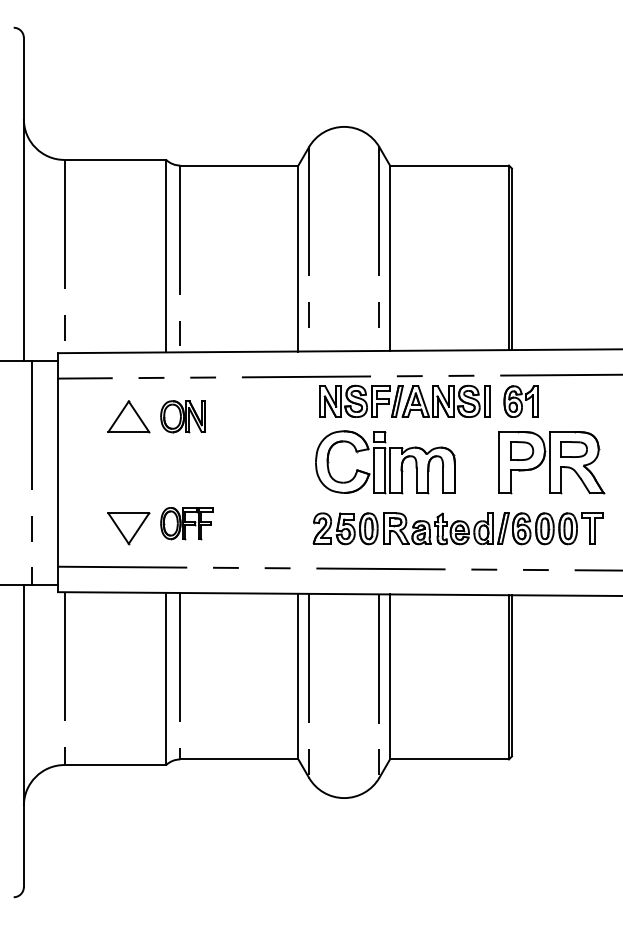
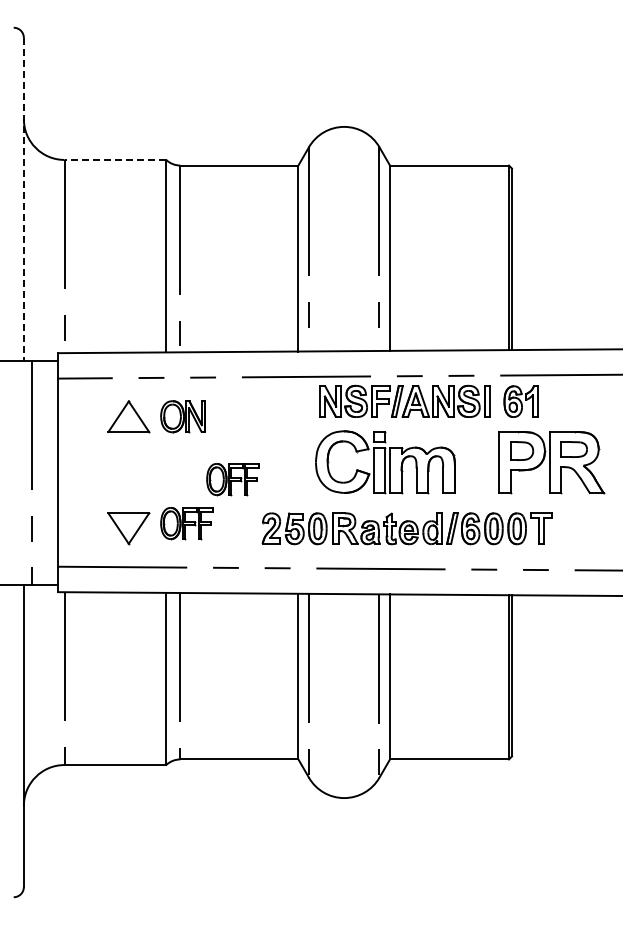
line at (115, 159): solid -> dashed
line at (23, 199): solid -> dashed
part at (232, 479): none -> present
part at (457, 528) position: (457, 528) -> (406, 528)
